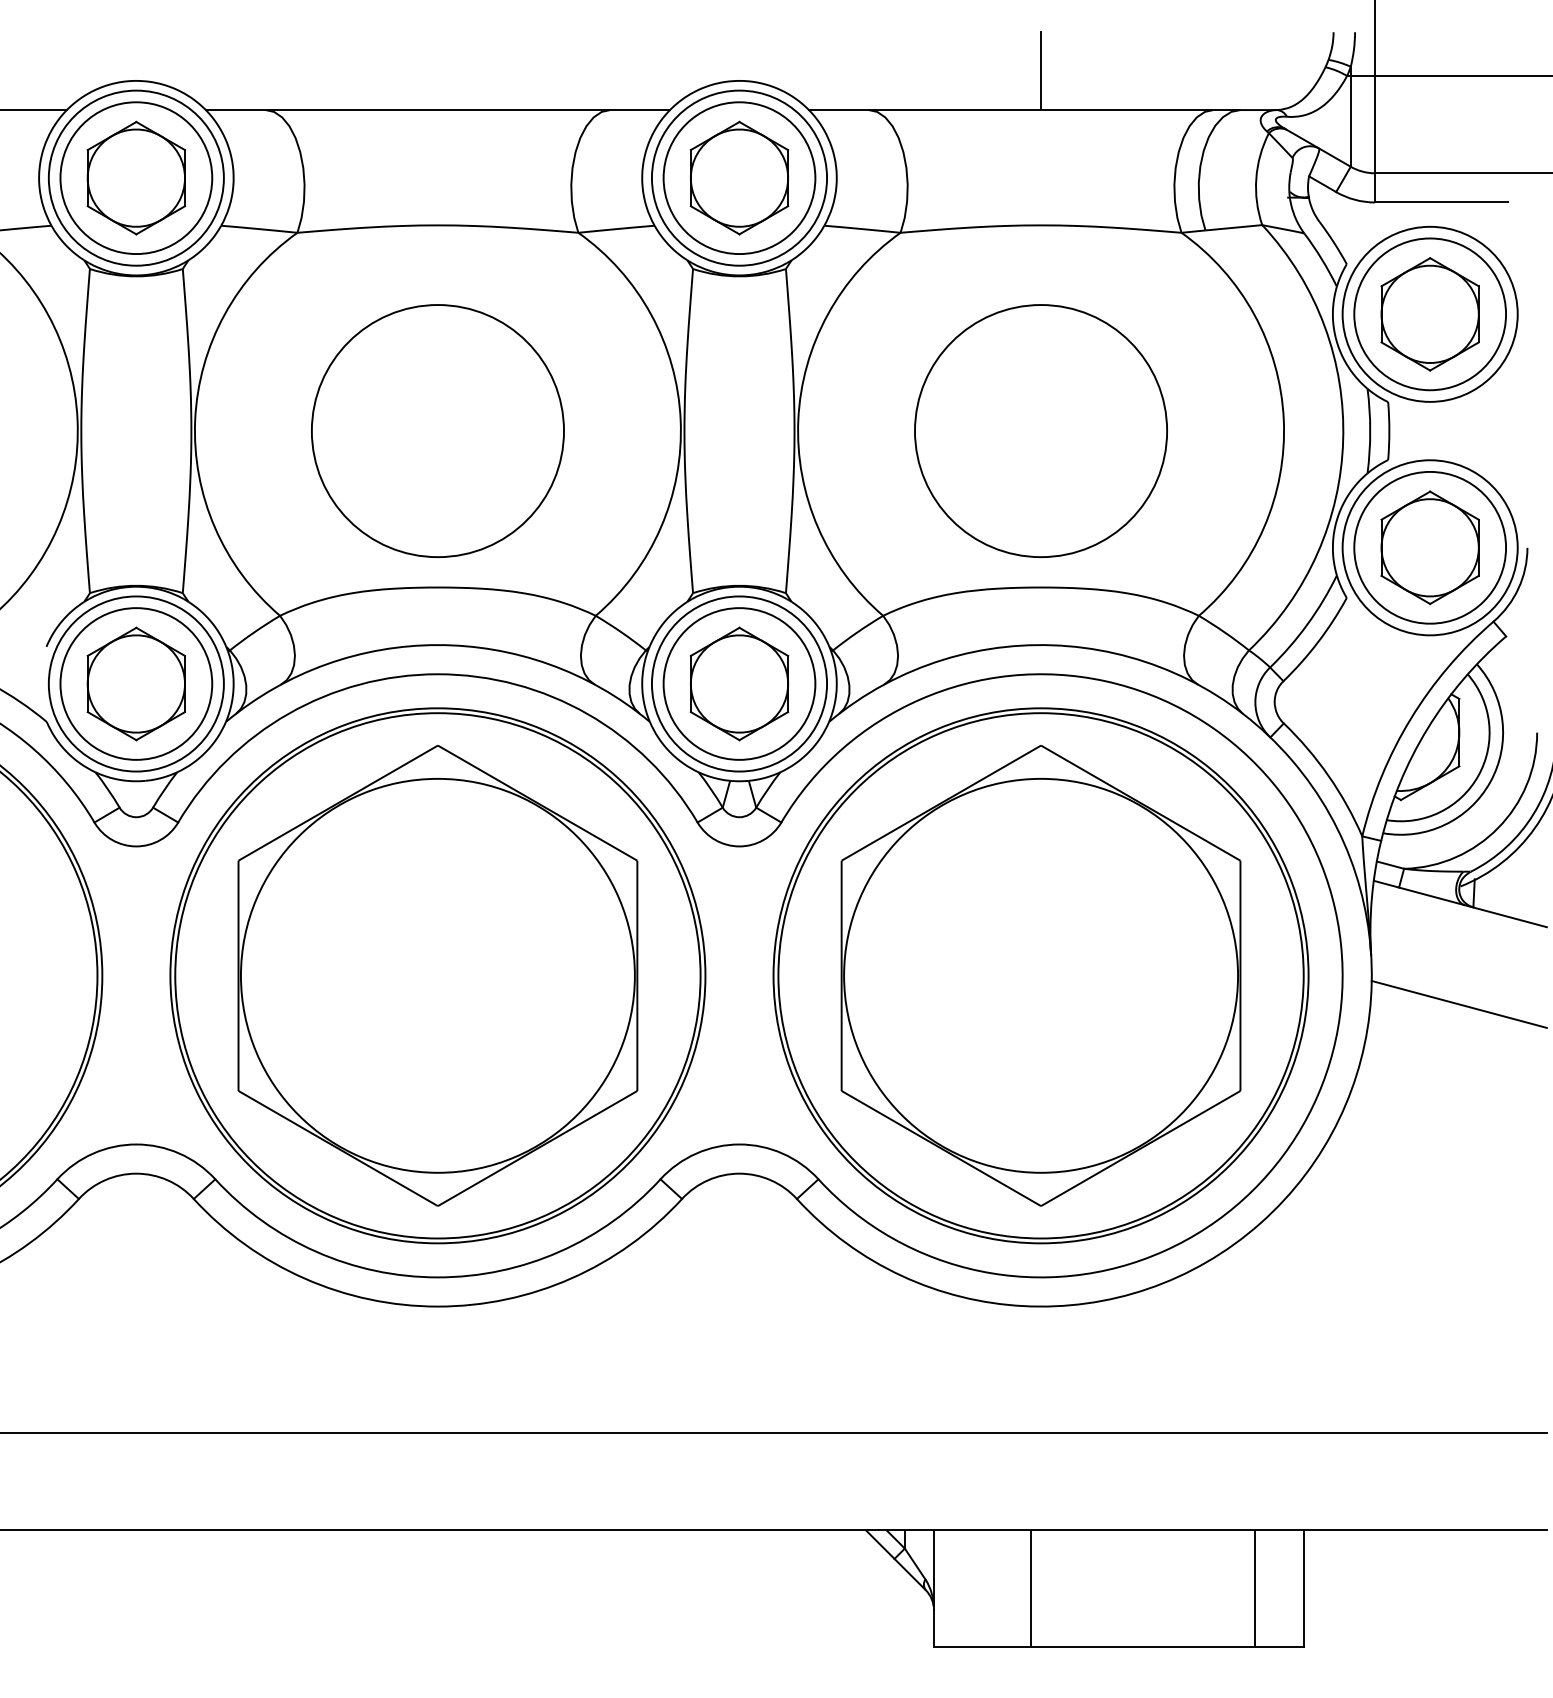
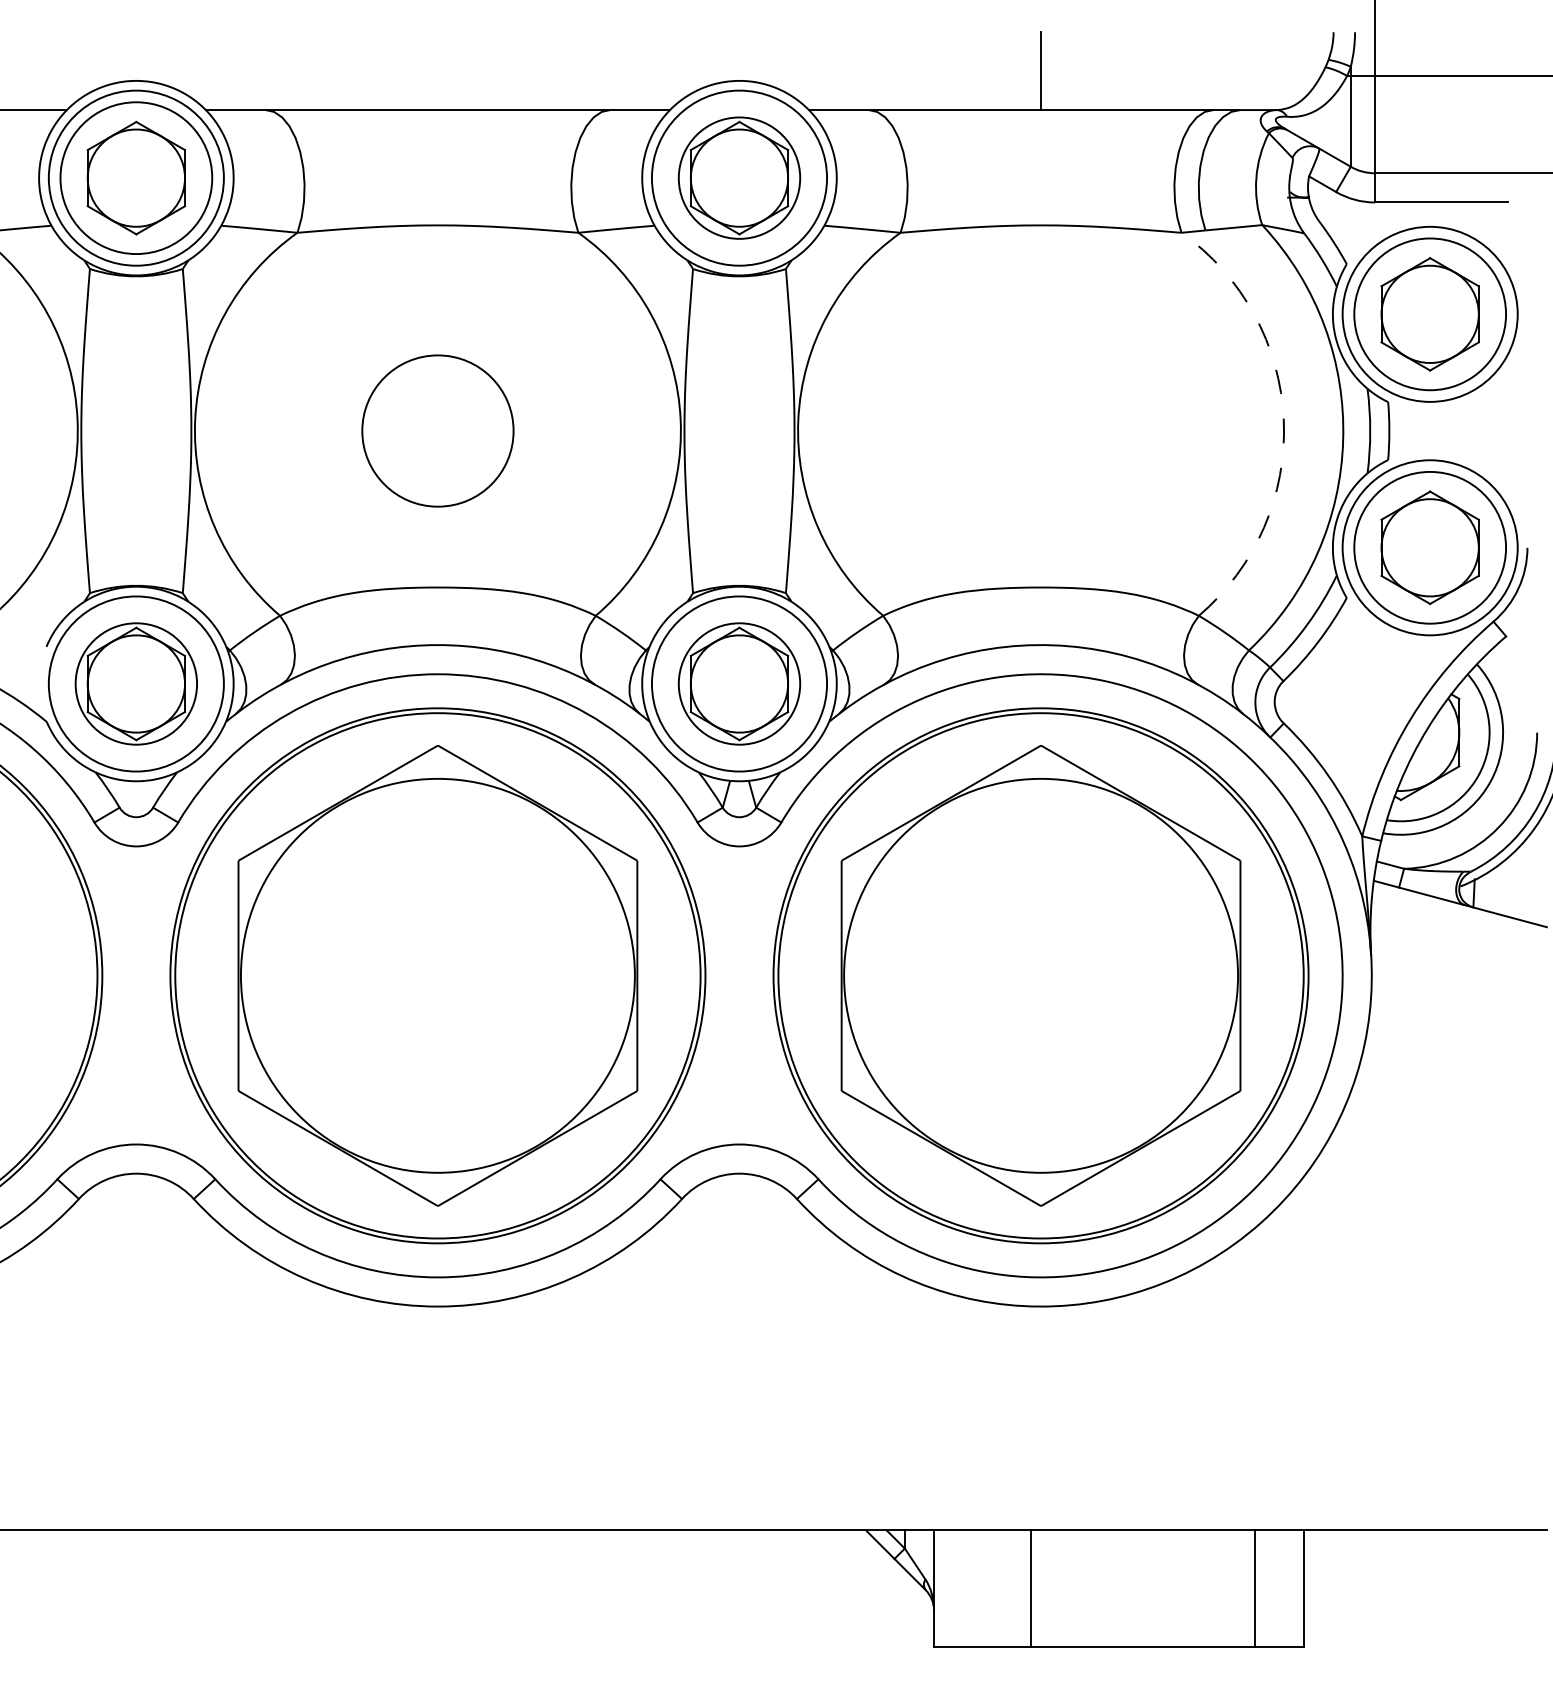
circle at (739, 178) diameter: 152 px -> 121 px
arc at (1283, 420): solid -> dashed
circle at (437, 430) size: 254x254 px -> 154x154 px
circle at (1040, 430): present -> none
circle at (136, 683) diameter: 152 px -> 121 px
circle at (739, 683) diameter: 152 px -> 121 px
line at (1458, 1003): present -> none
line at (774, 1433): present -> none
